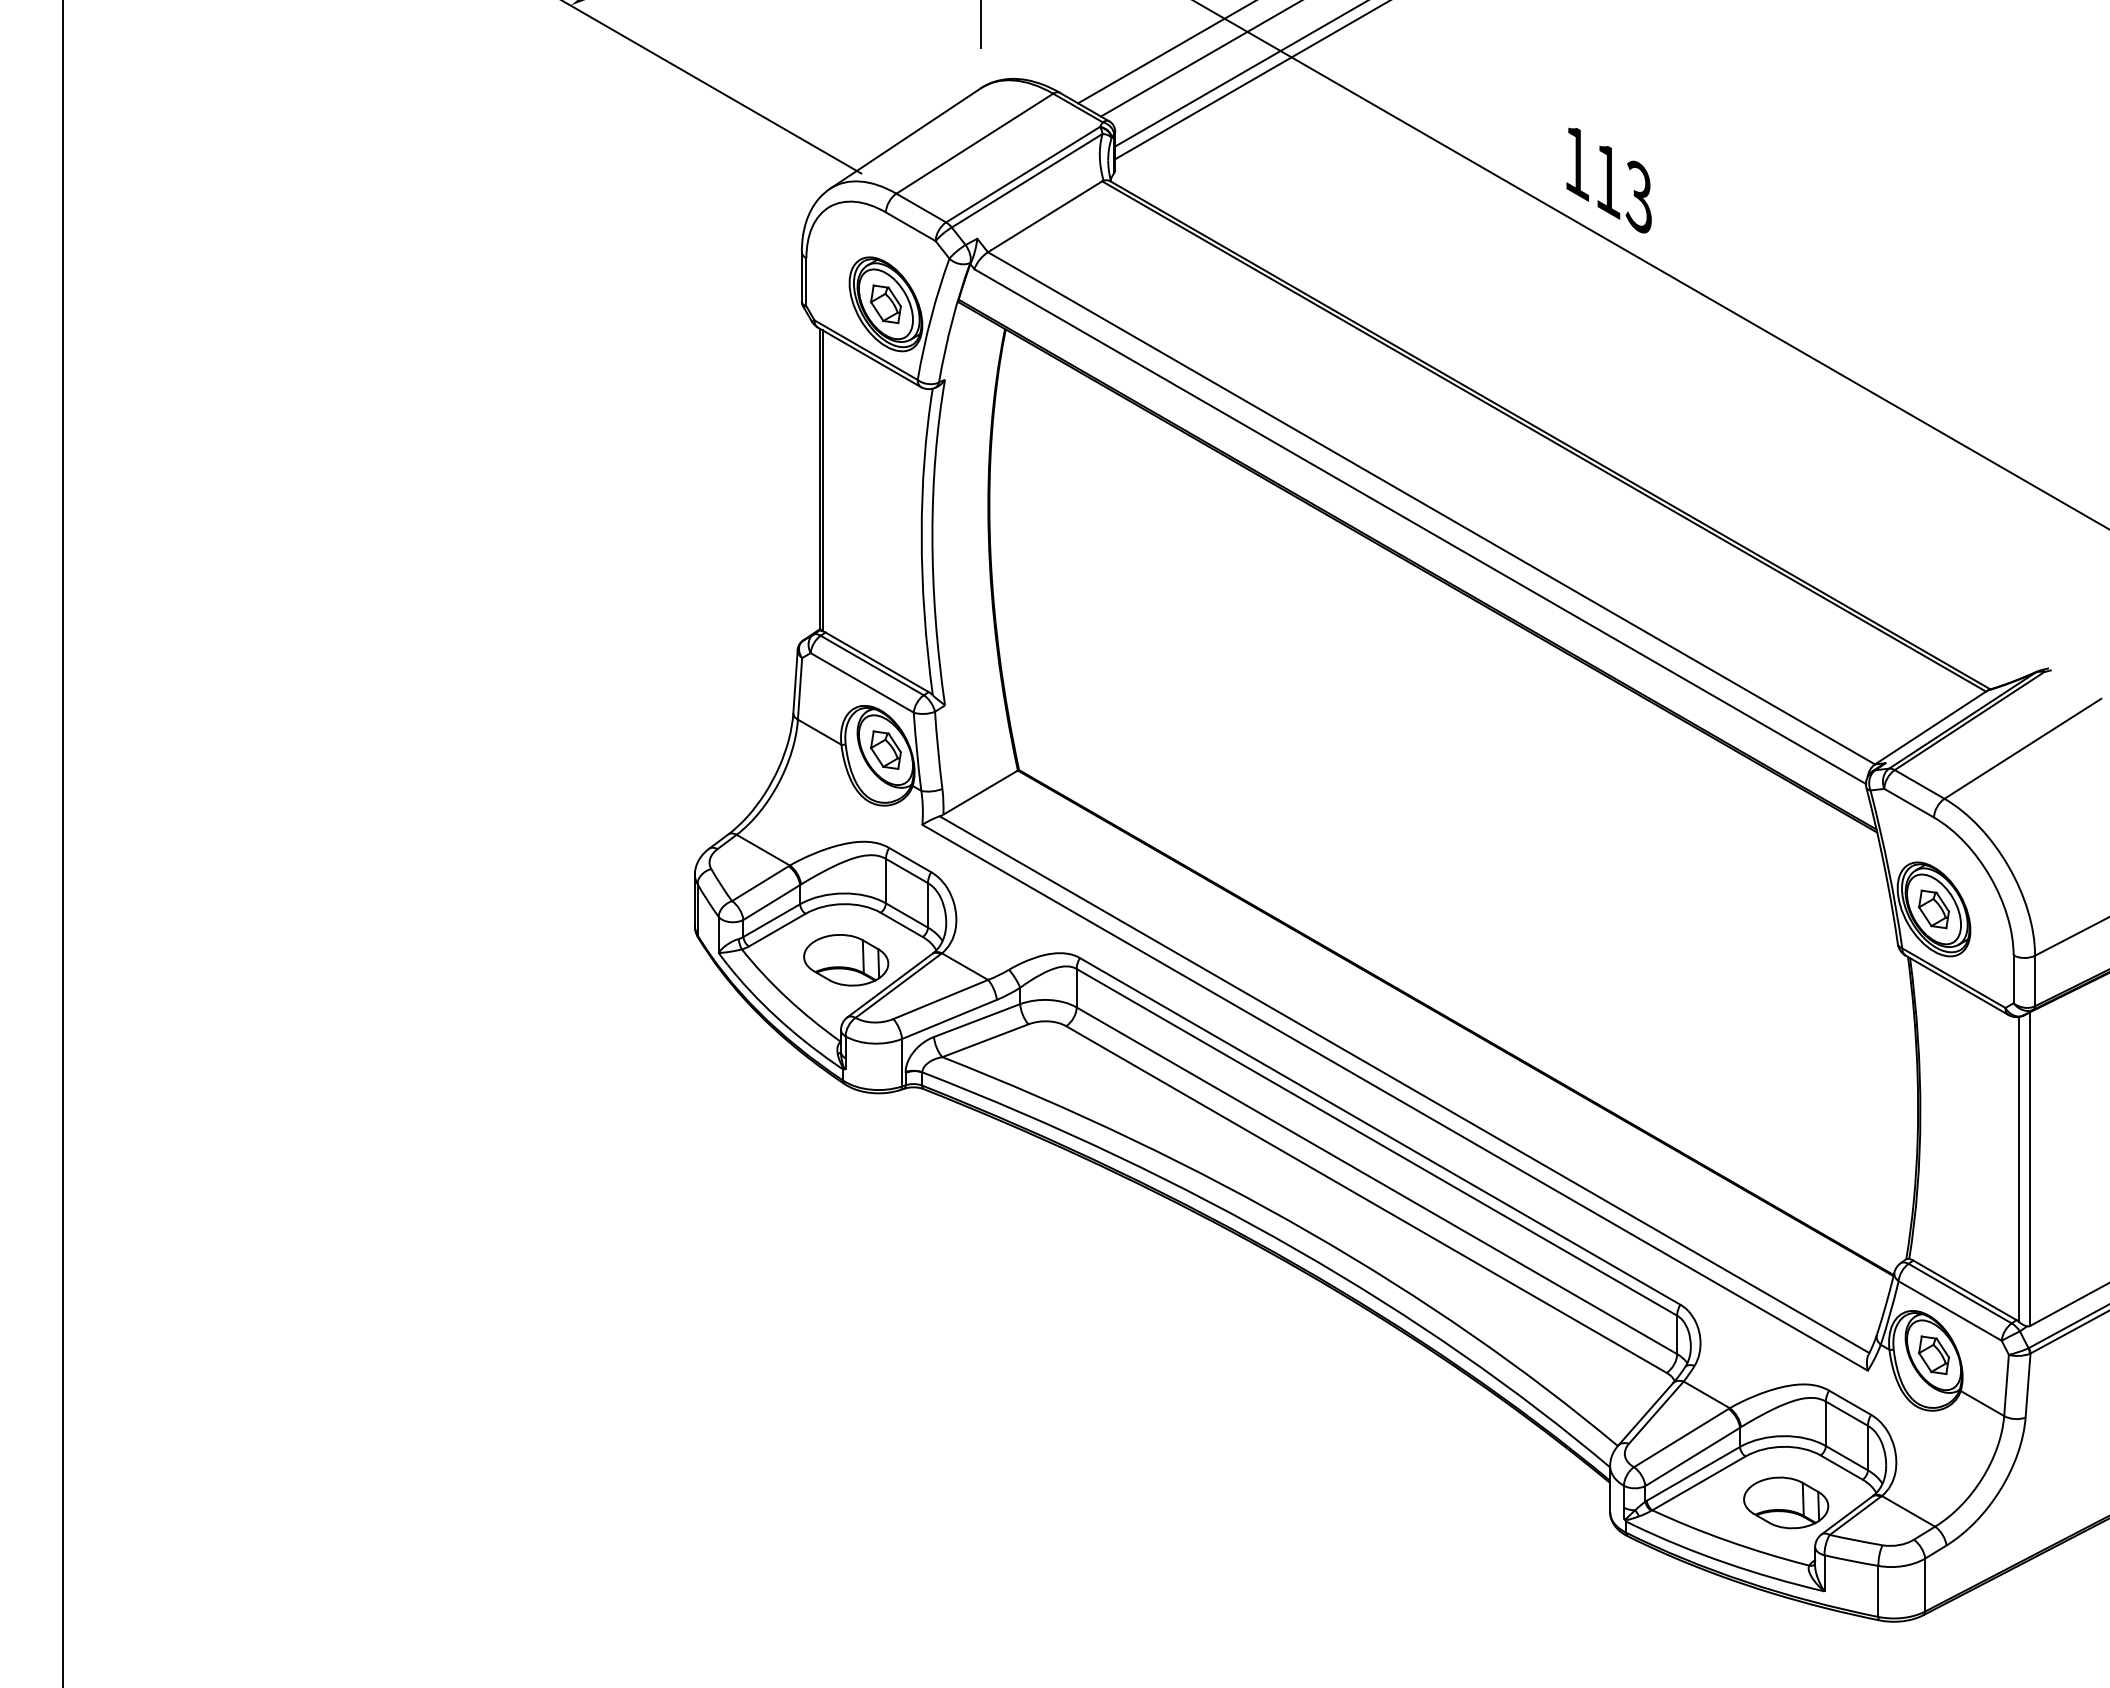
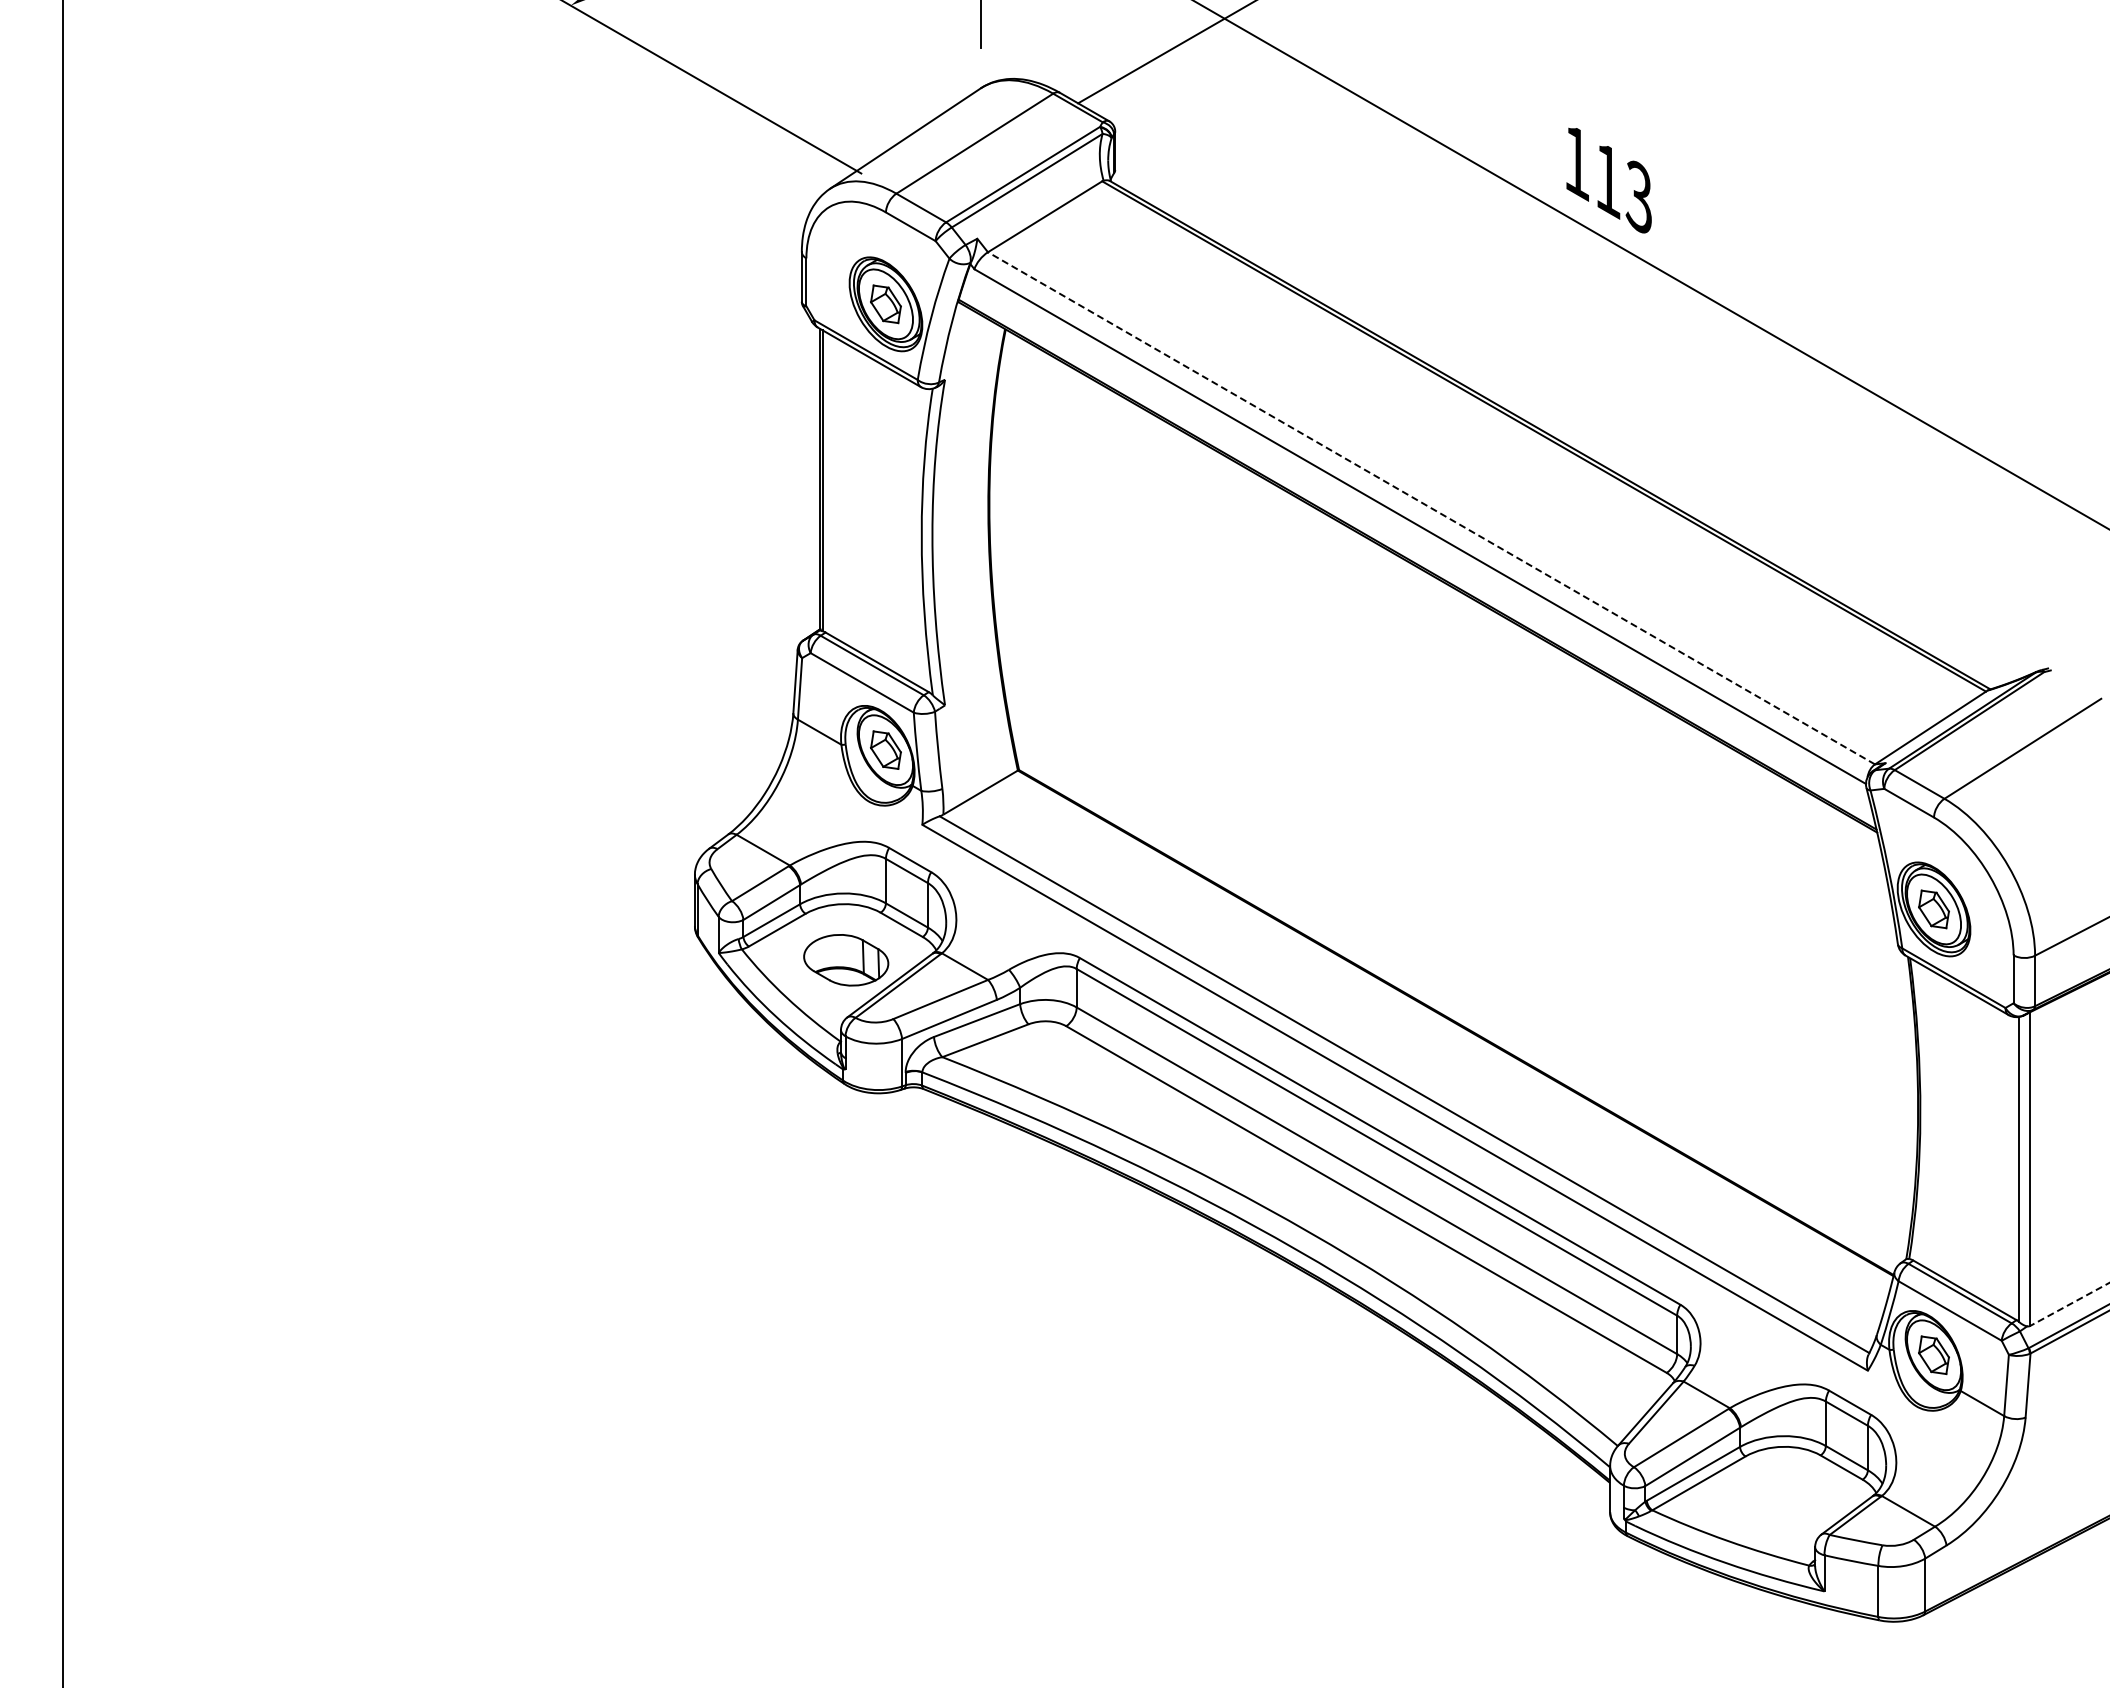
line at (1199, 59): present -> none
line at (1239, 74): present -> none
line at (1251, 80): present -> none
line at (1431, 508): solid -> dashed
line at (2069, 1304): solid -> dashed
part at (1786, 1502): present -> none
